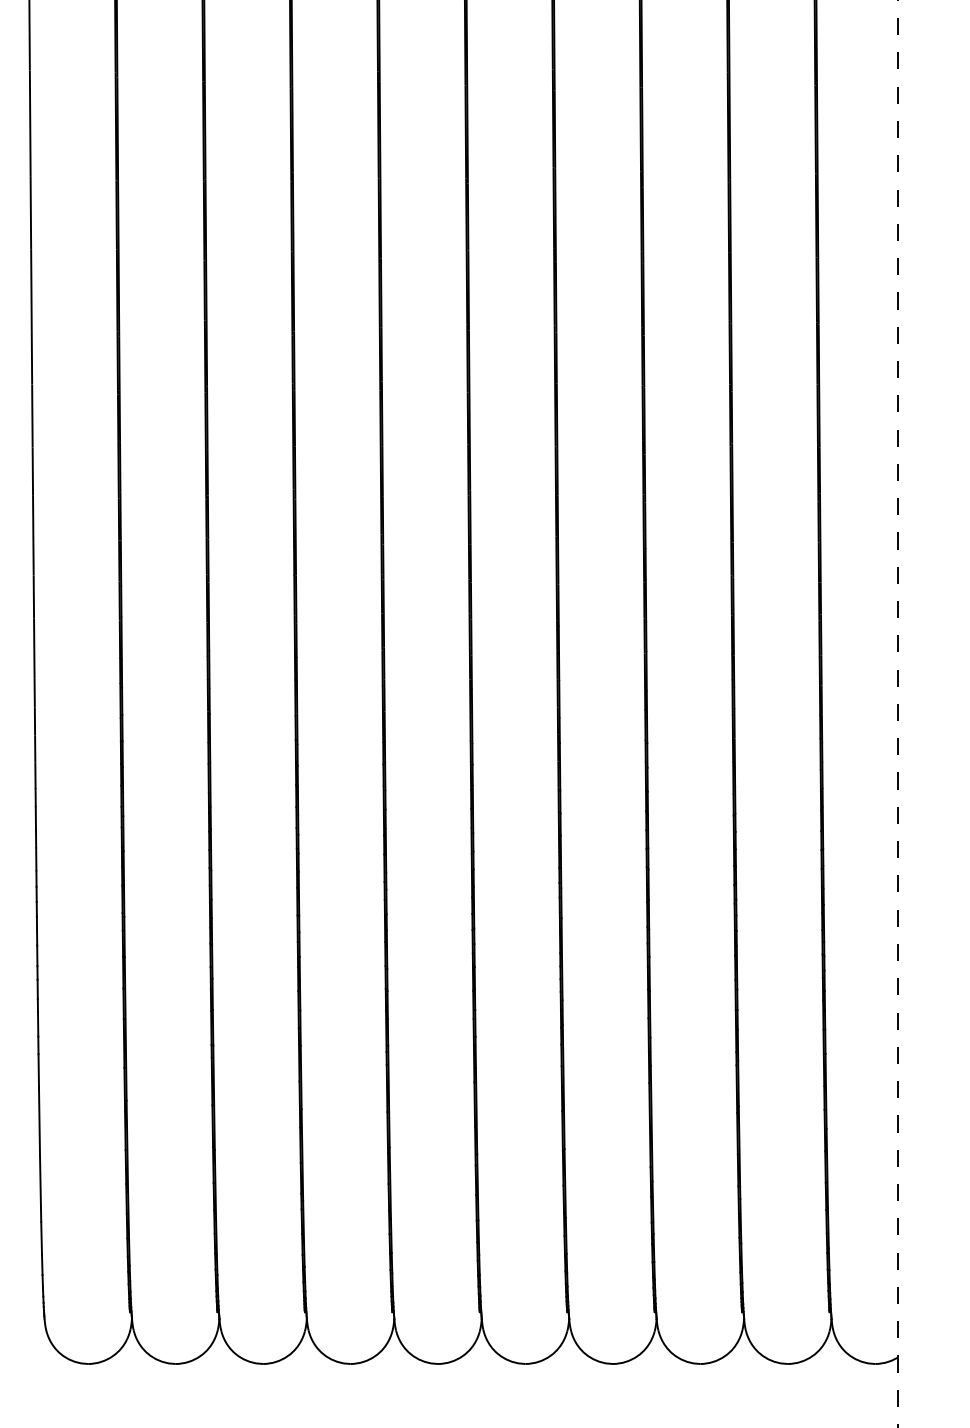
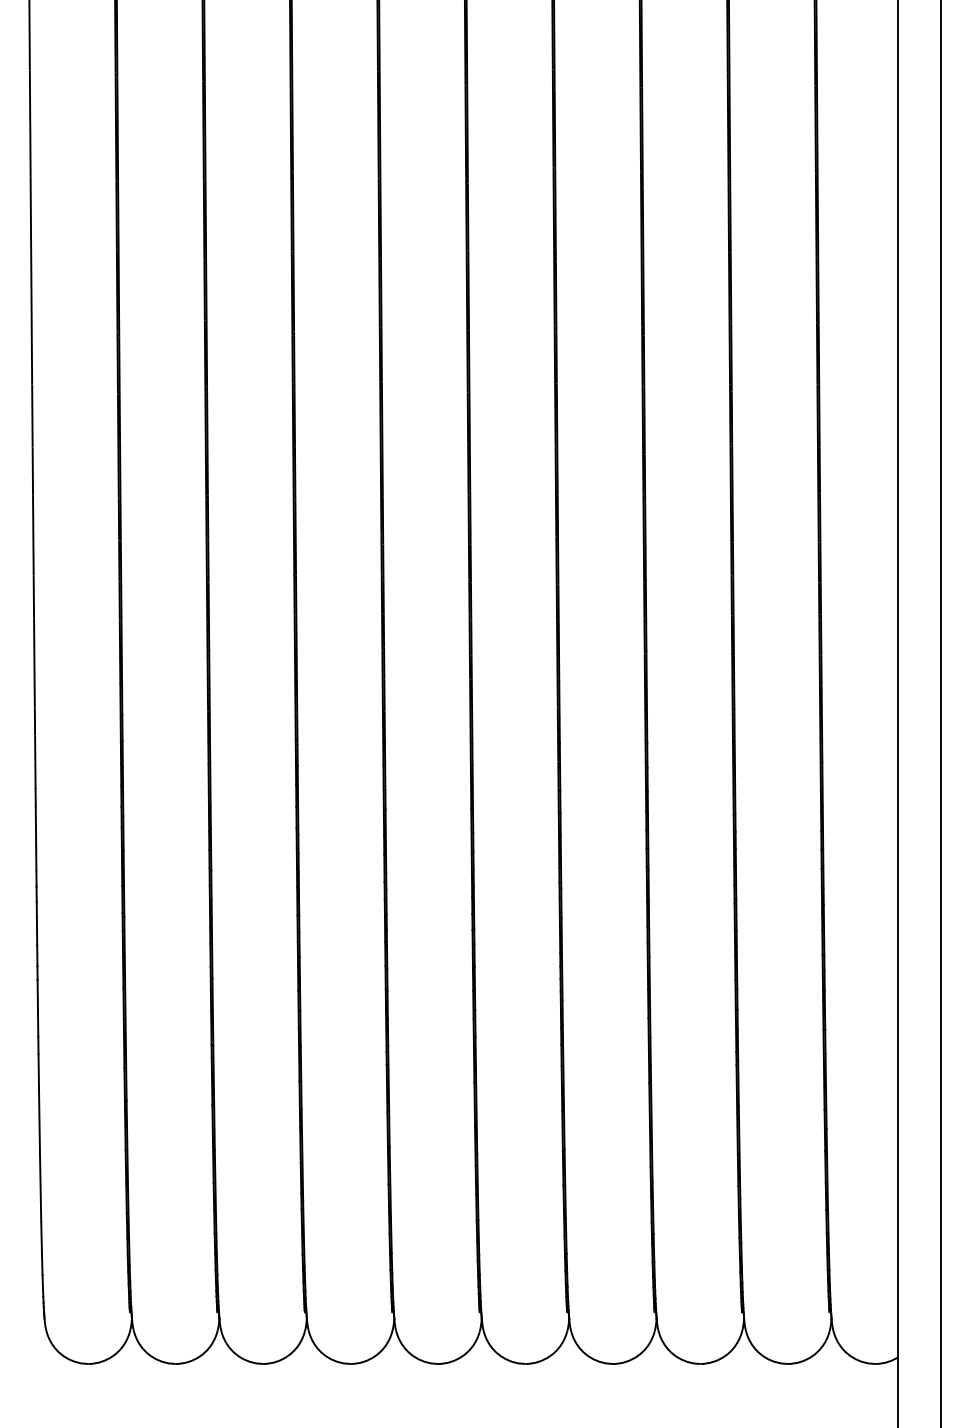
line at (940, 713): none -> present
line at (898, 714): dashed -> solid
